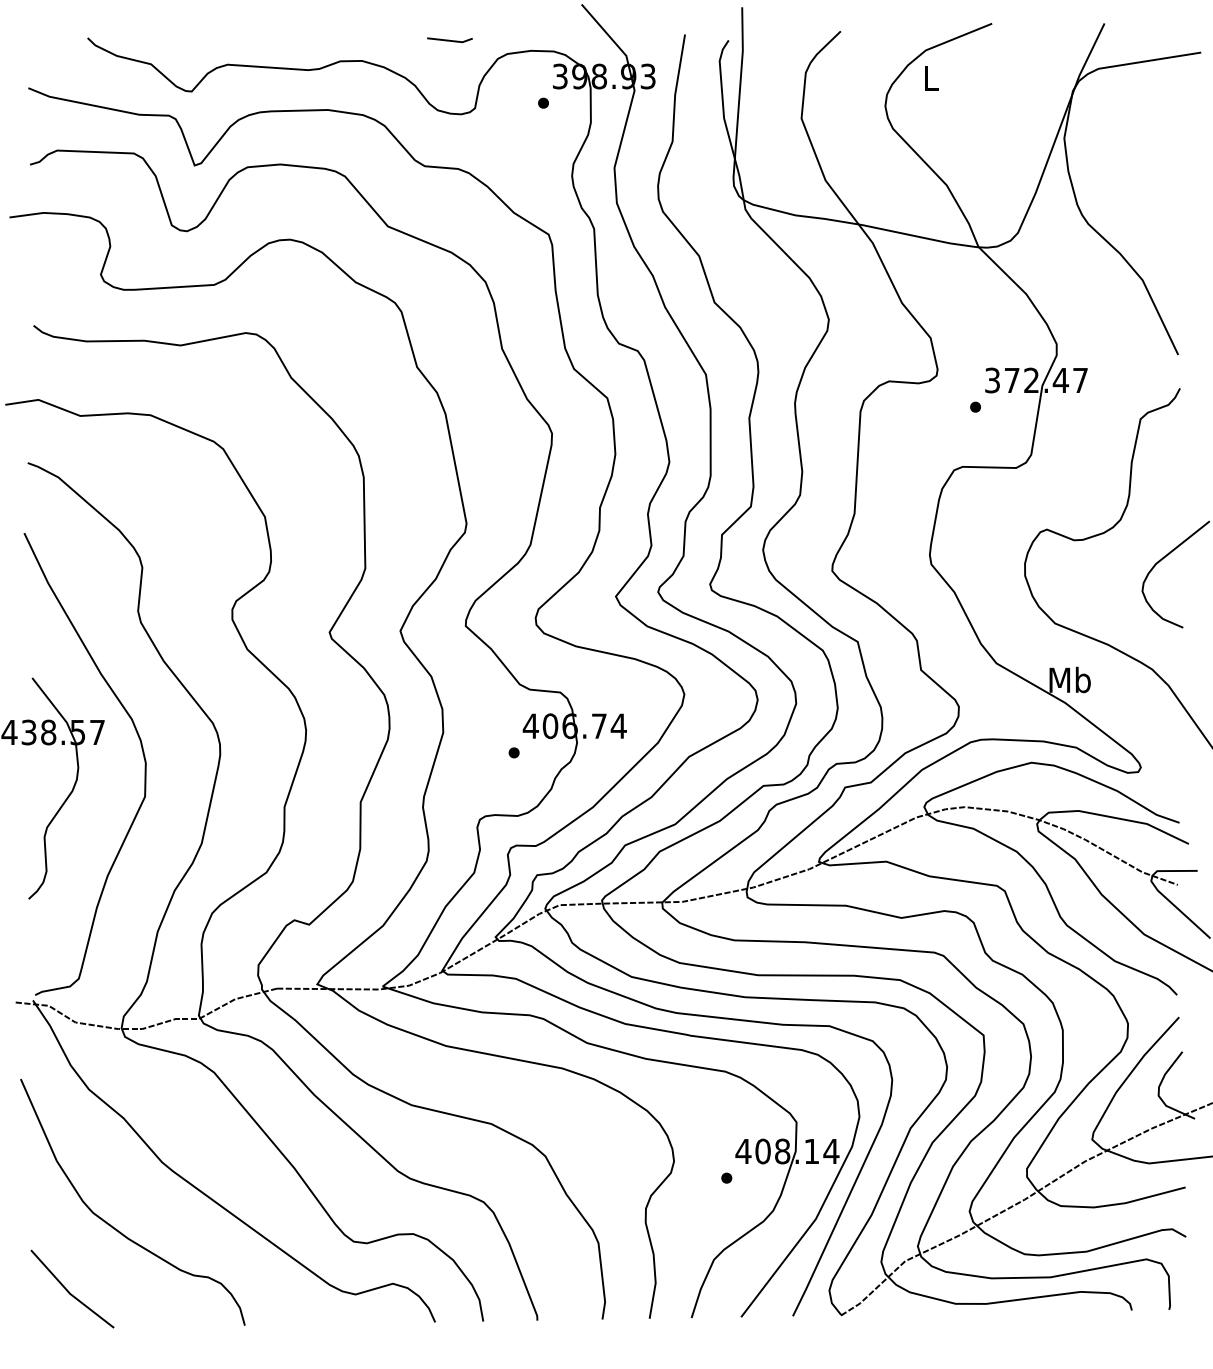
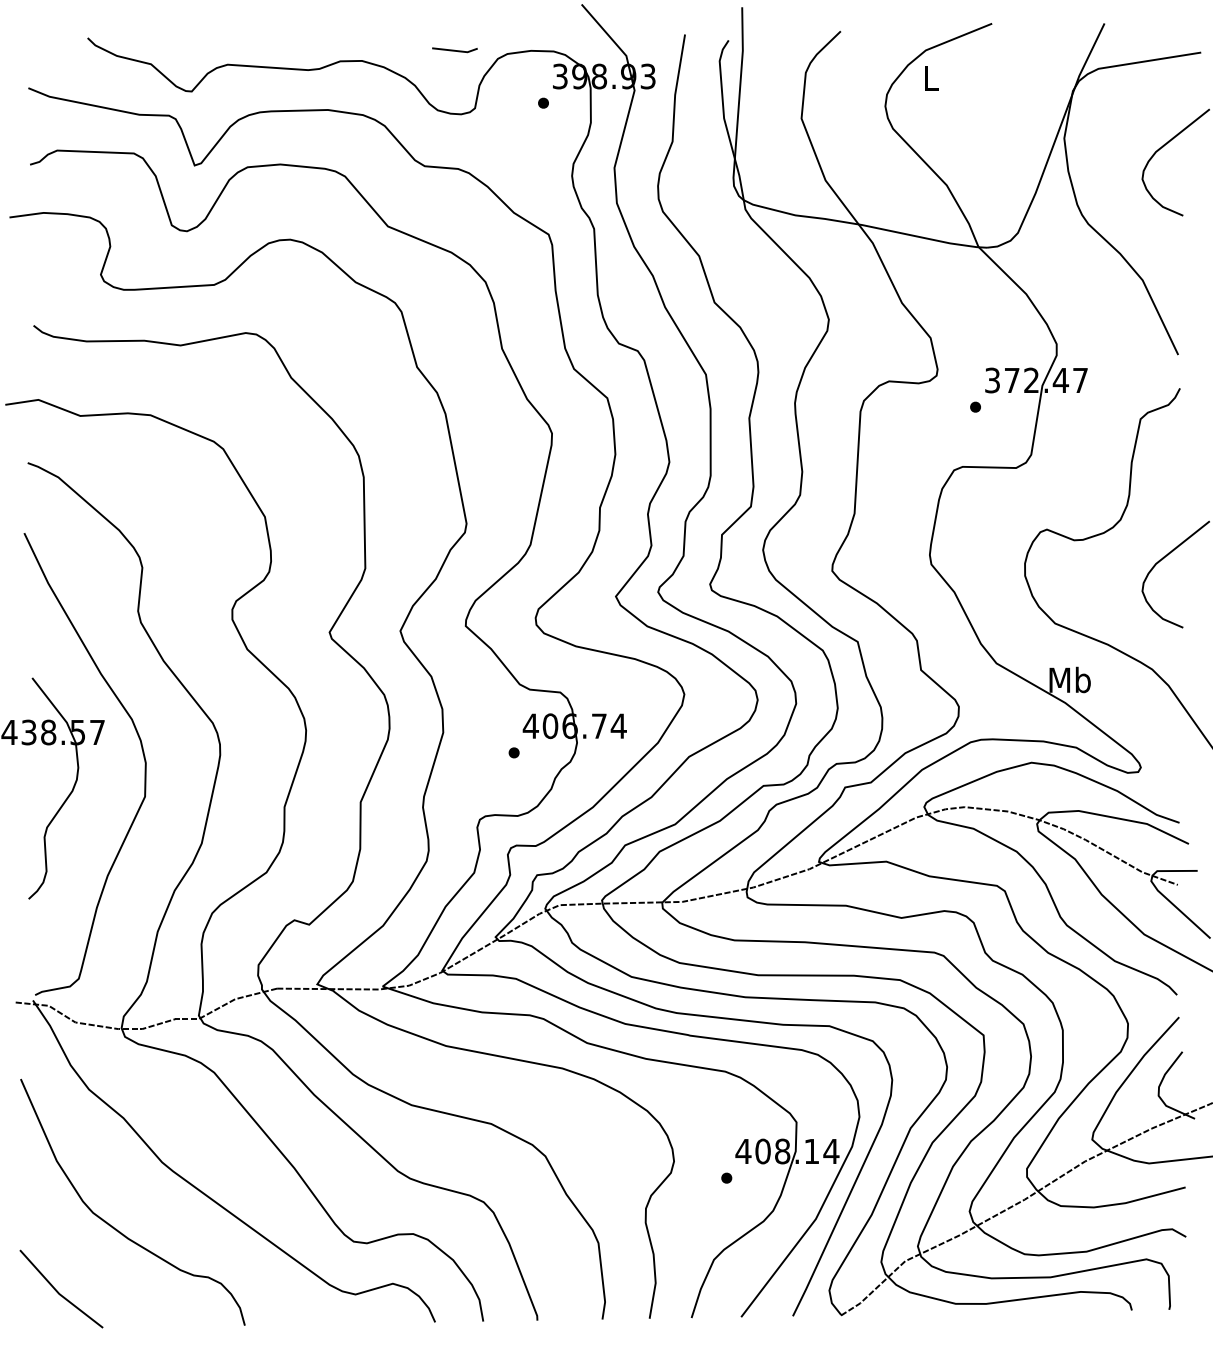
line at (449, 40) position: (449, 40) -> (454, 50)
curve at (1163, 147): none -> present
line at (69, 1291) position: (69, 1291) -> (58, 1291)
